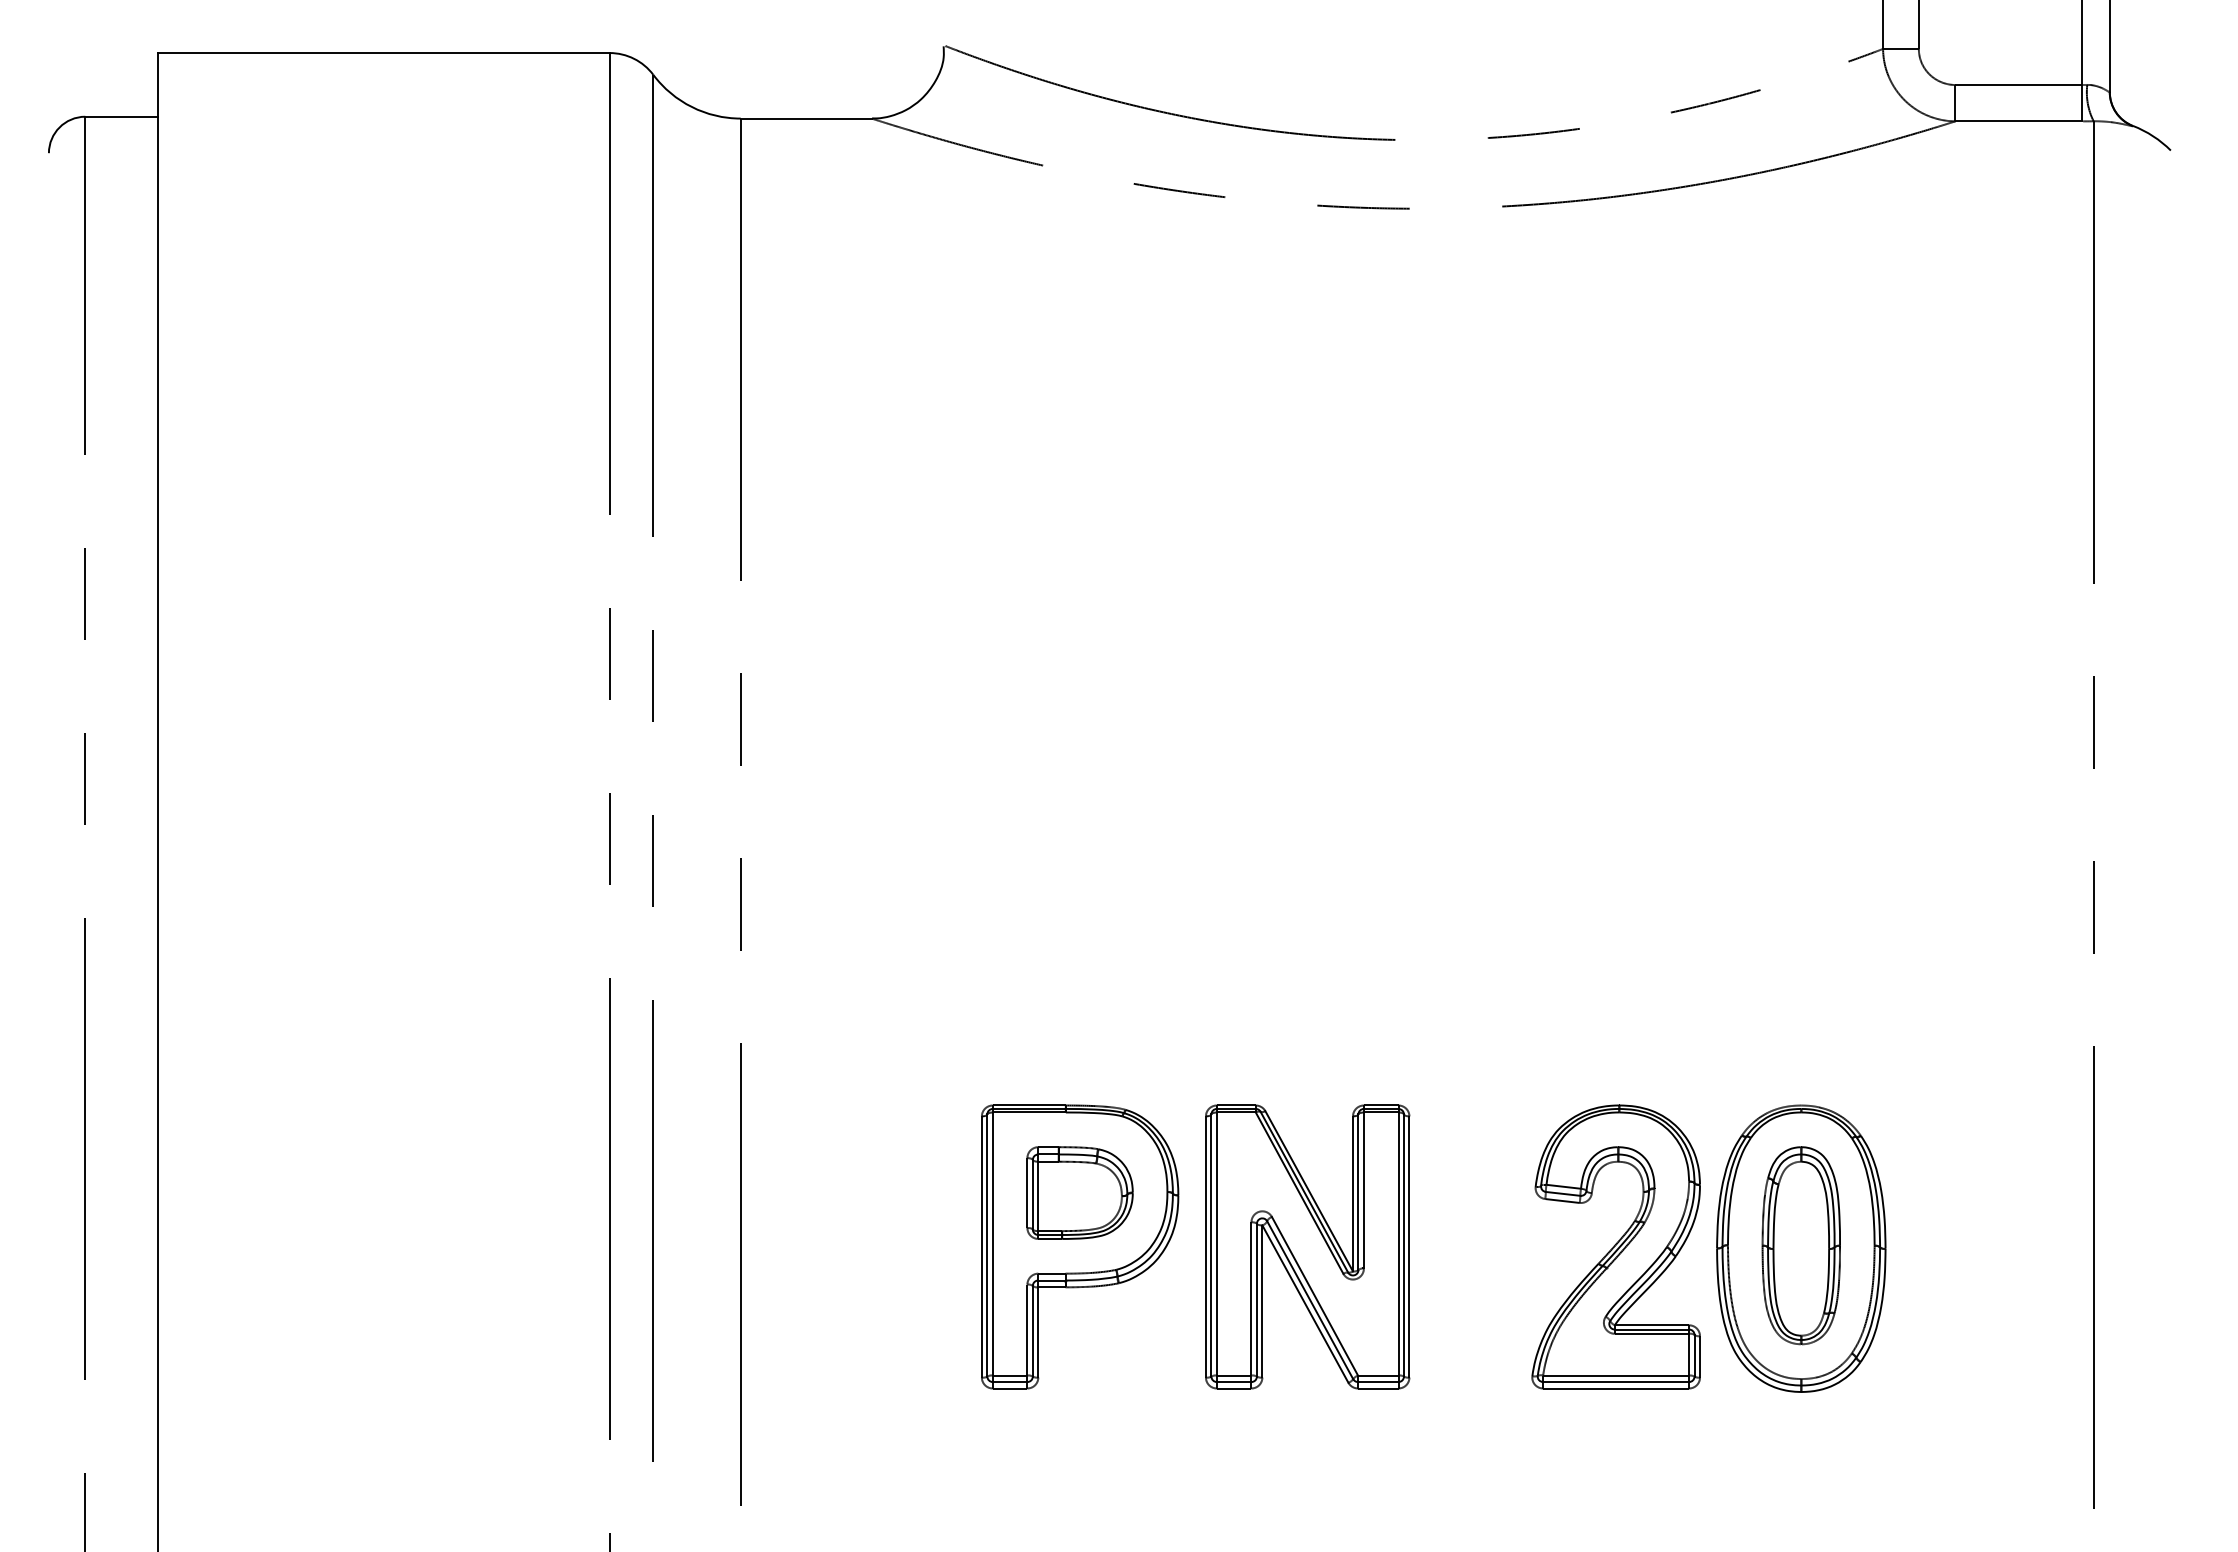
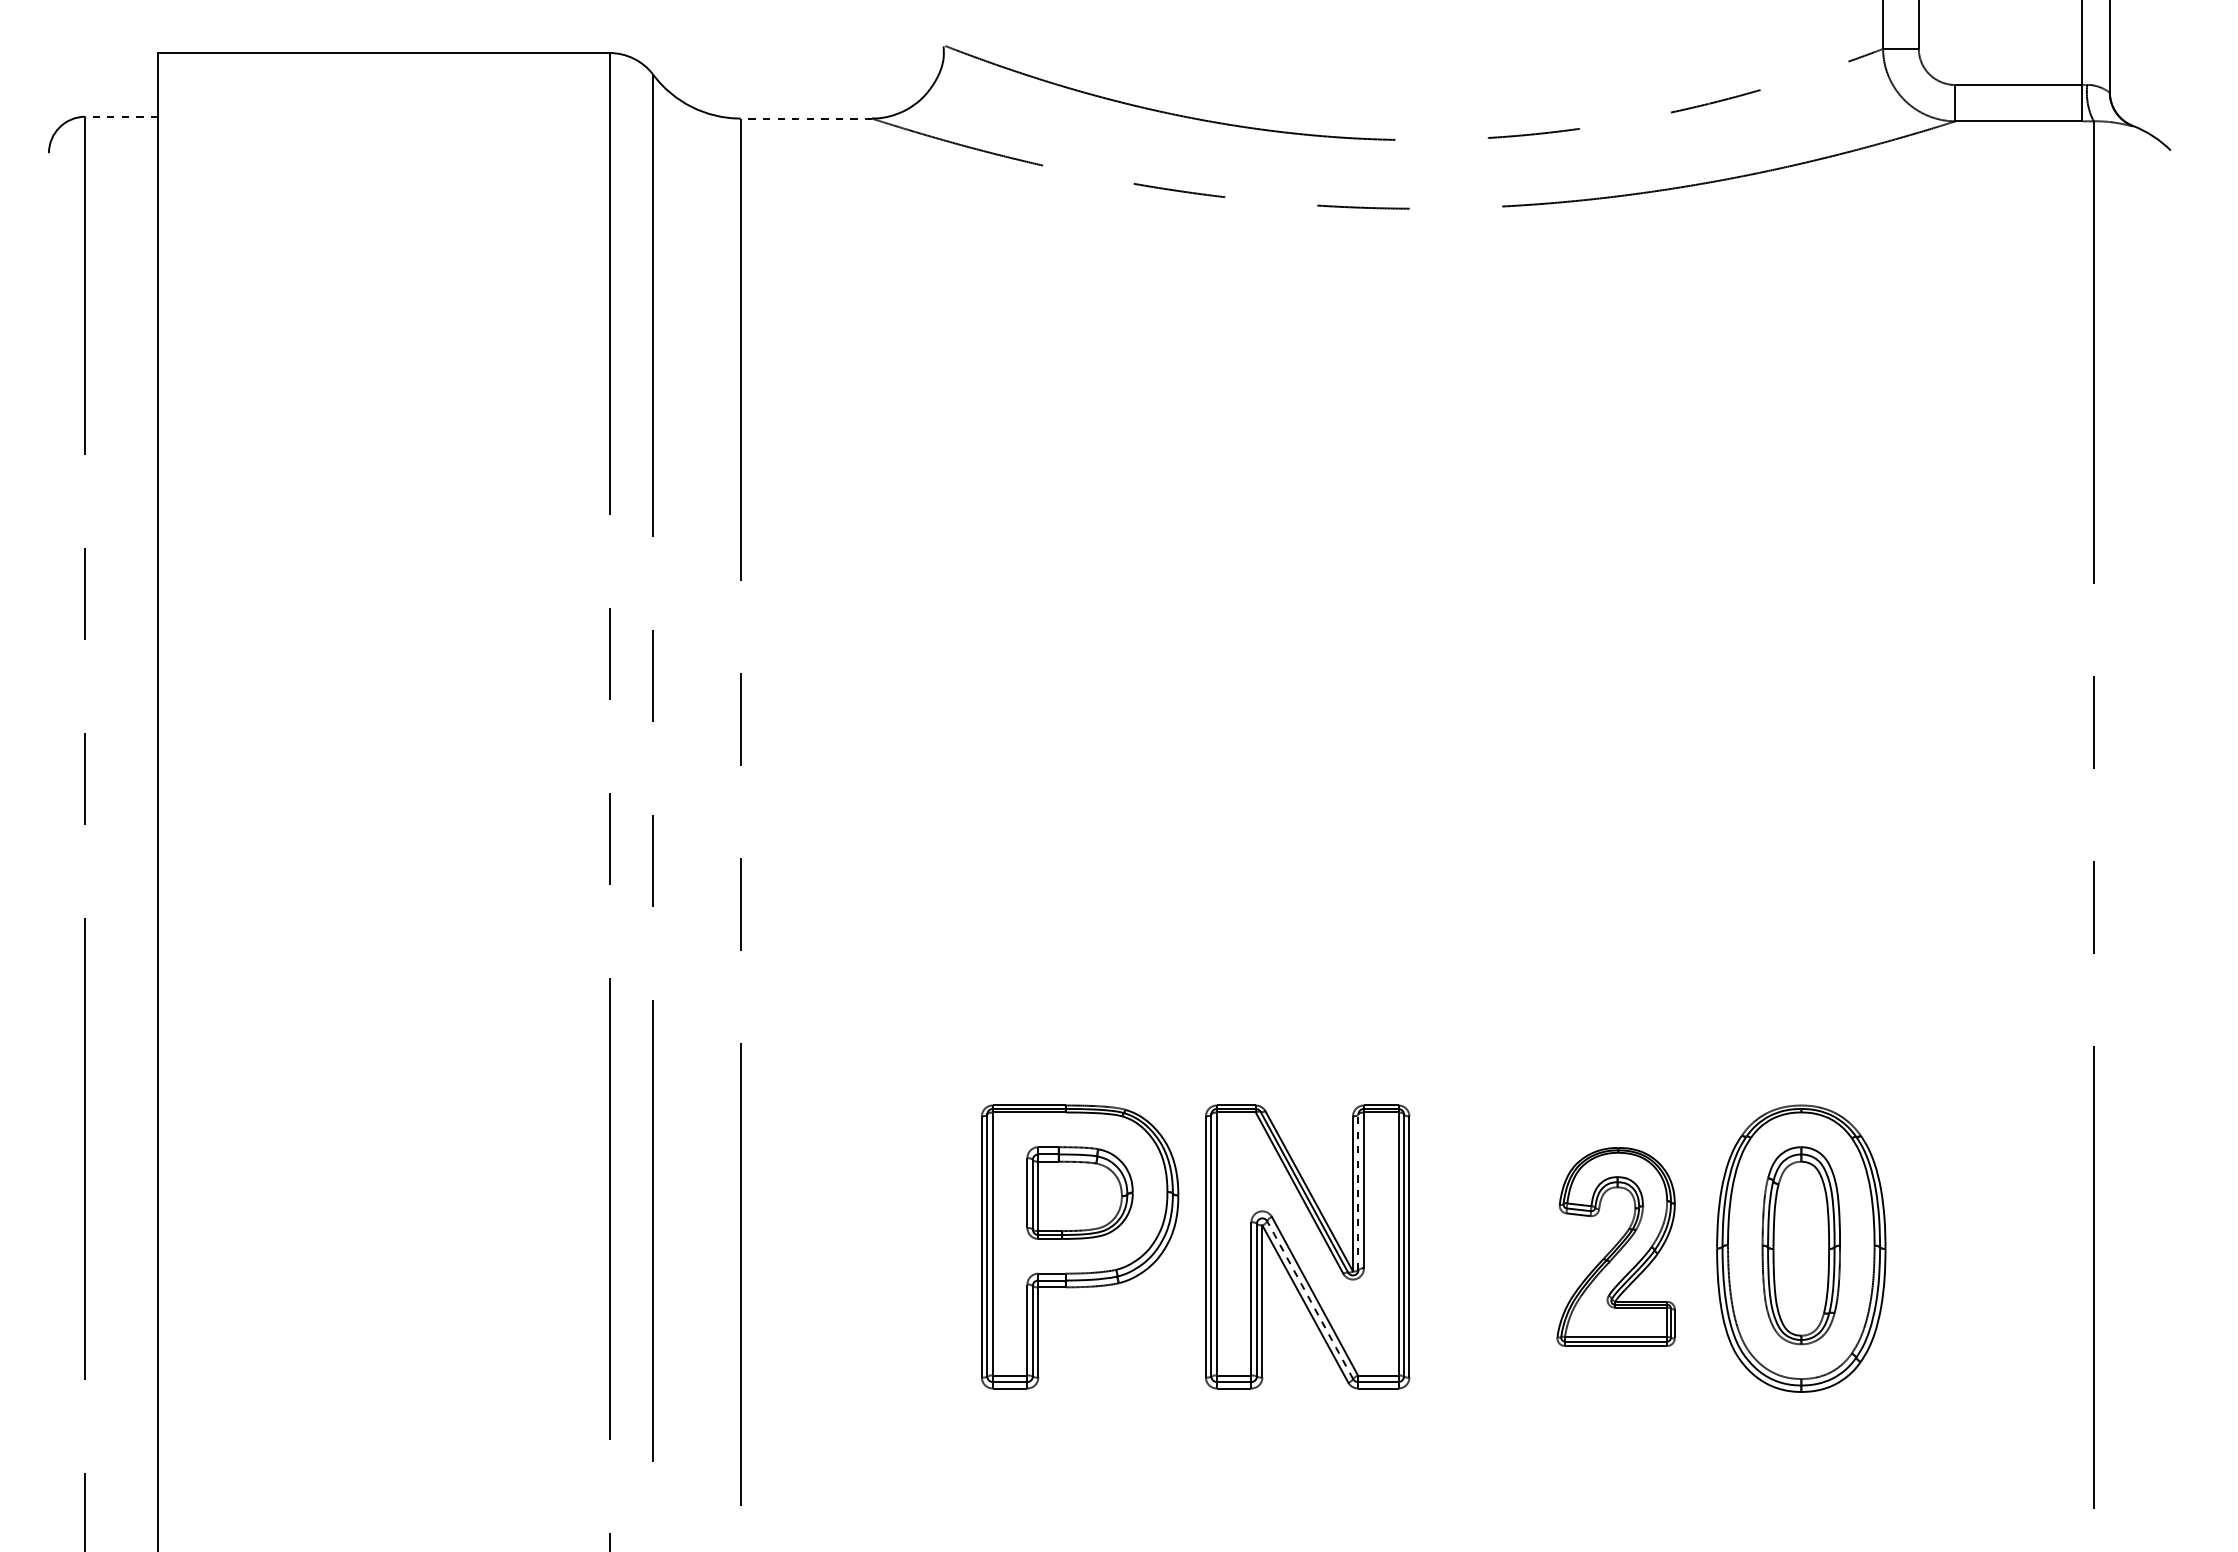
line at (121, 116): solid -> dashed
line at (806, 118): solid -> dashed
line at (1358, 1192): solid -> dashed
part at (1615, 1246) size: 170x286 px -> 120x200 px
line at (1310, 1300): solid -> dashed
